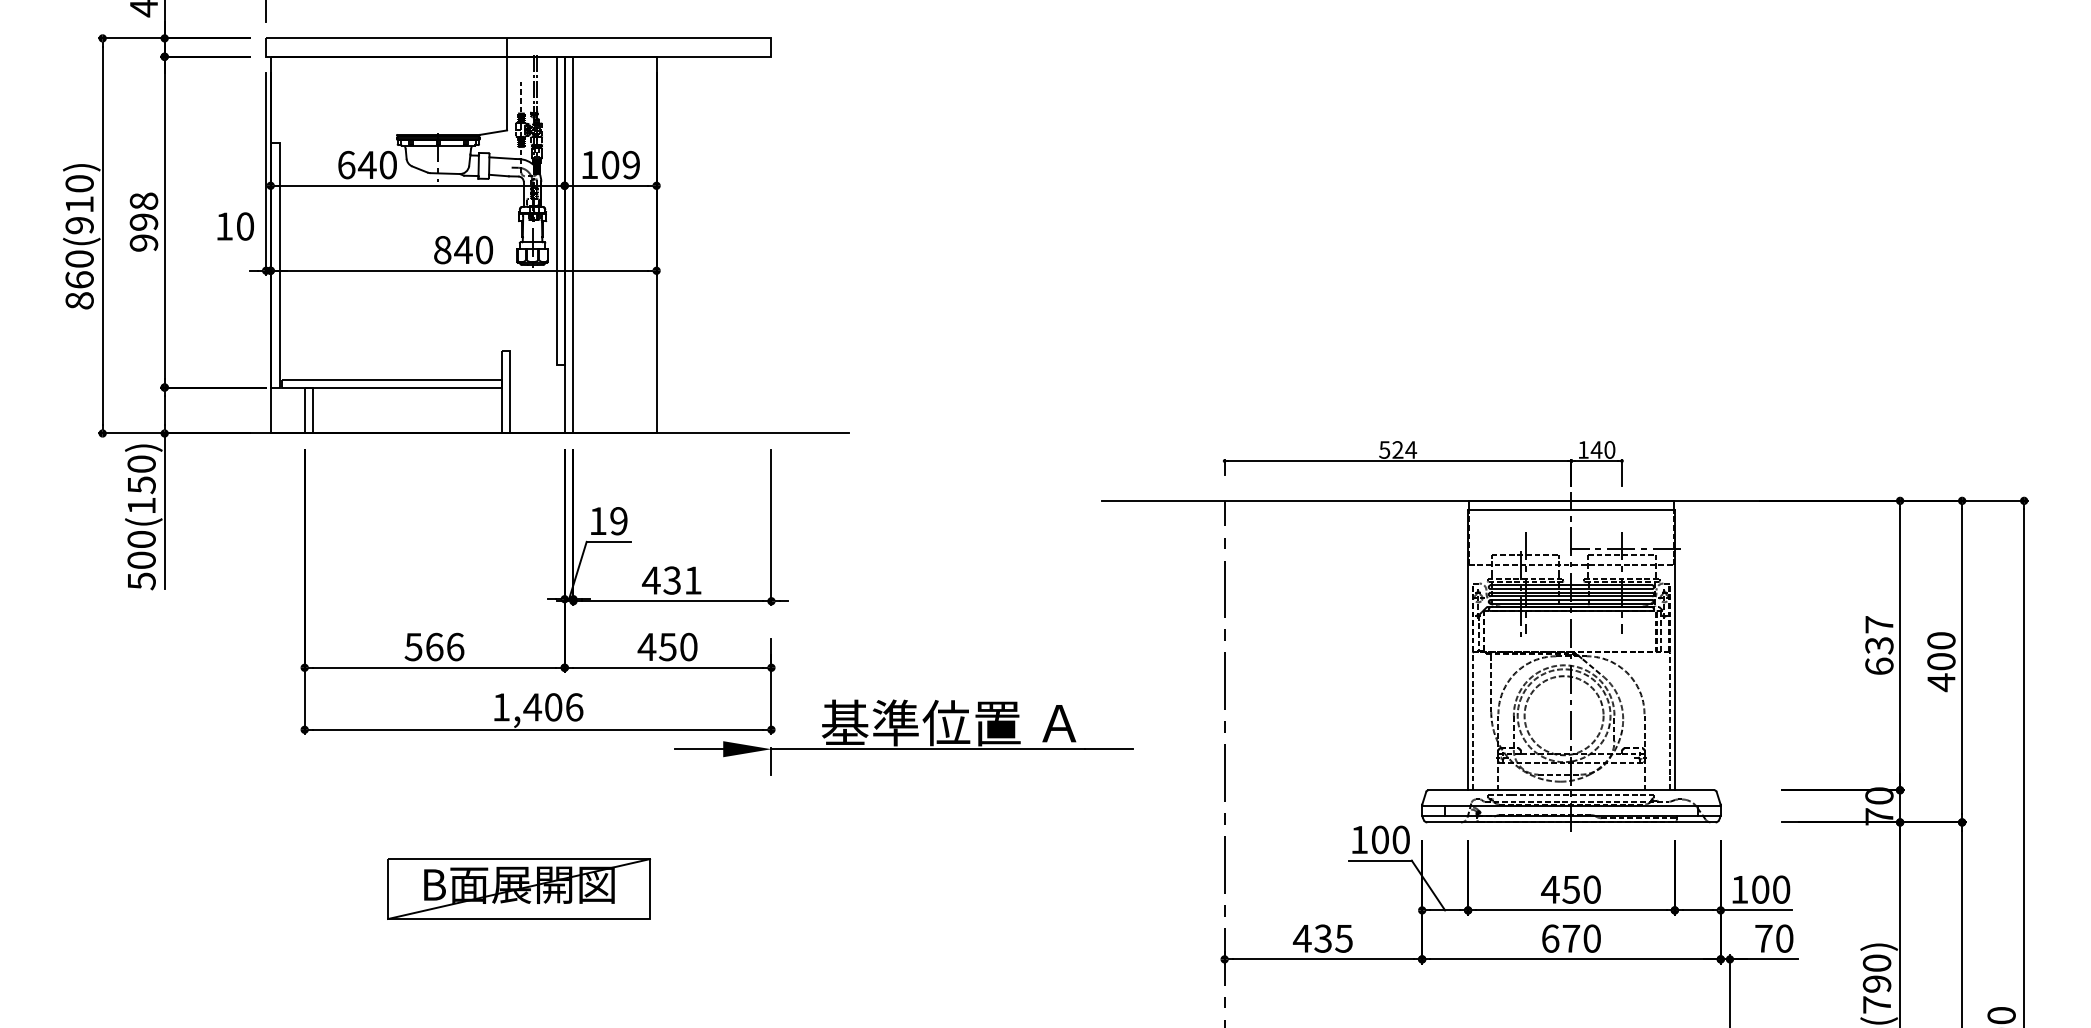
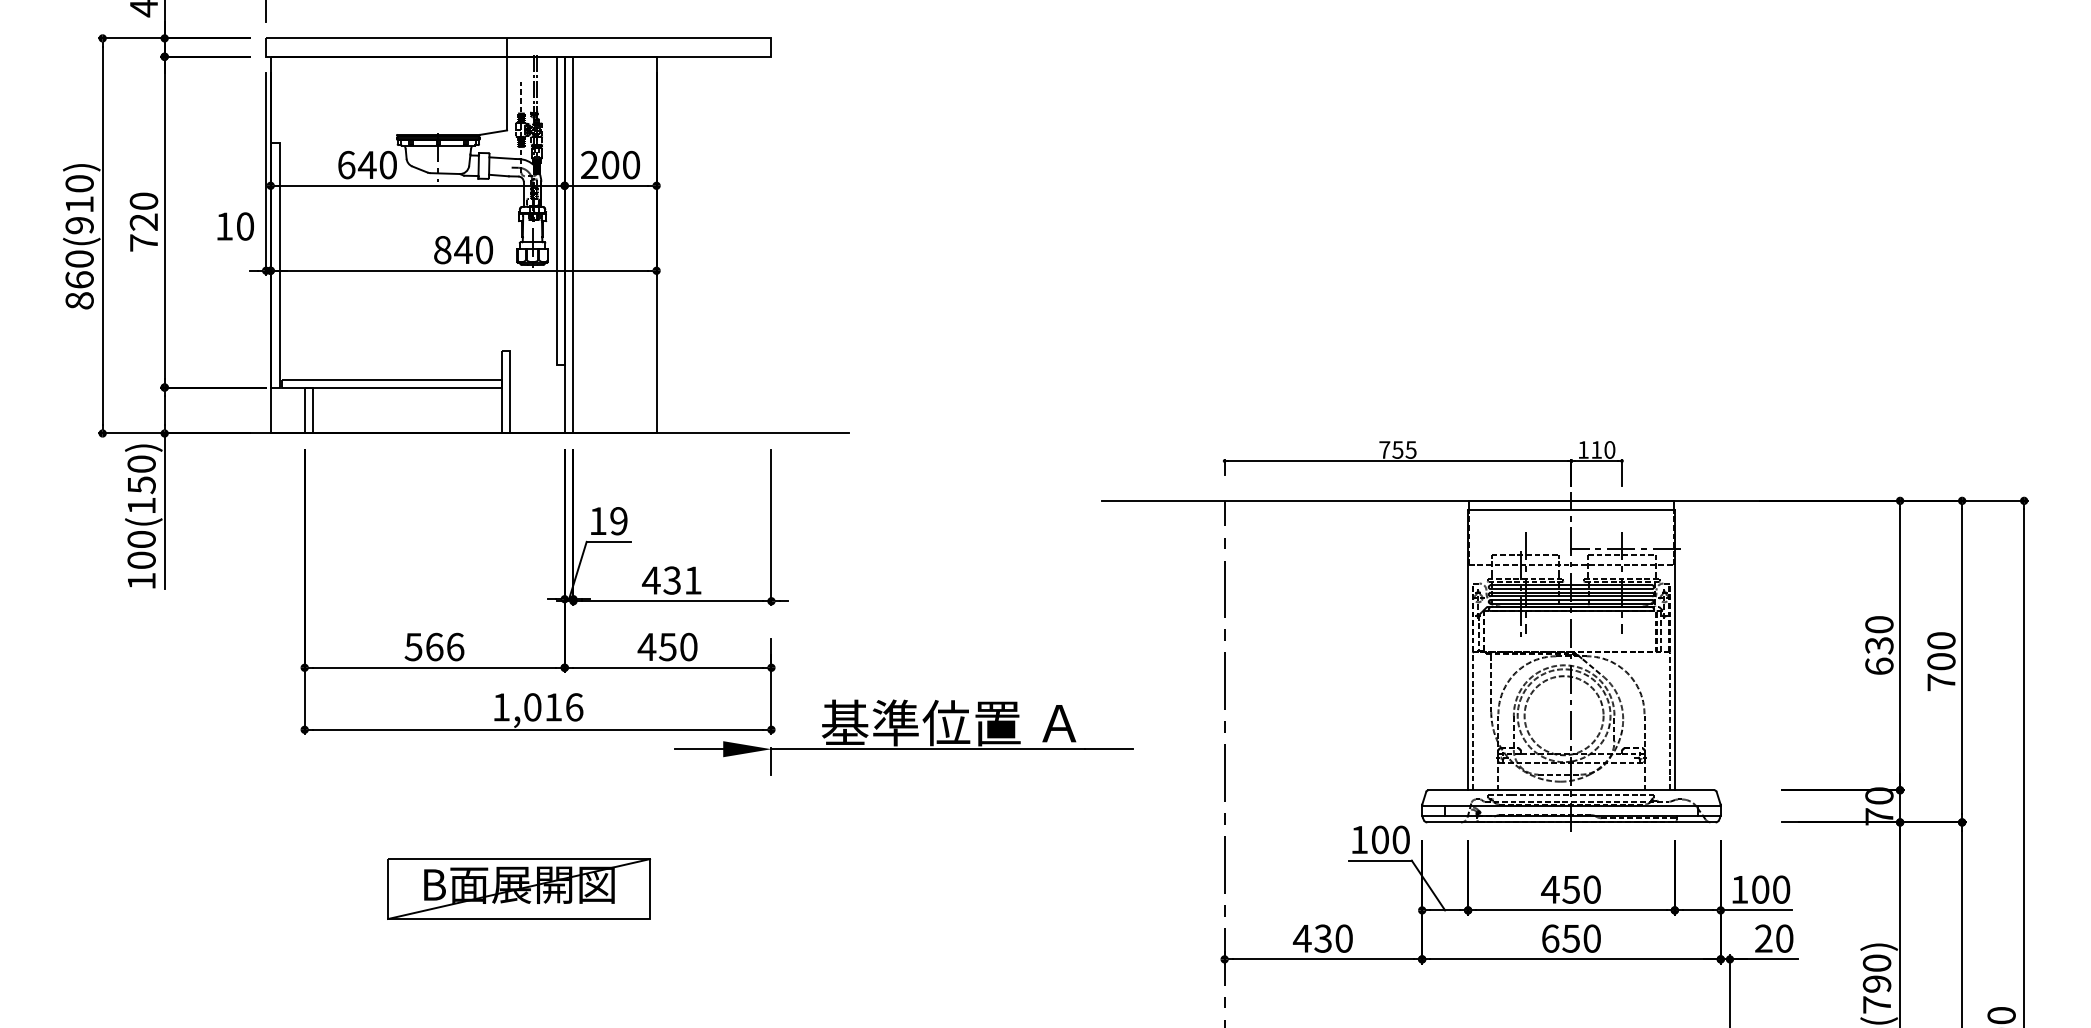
text at (610, 164): 109 -> 200
text at (143, 221): 998 -> 720
text at (1398, 449): 524 -> 755
text at (1596, 449): 140 -> 110
text at (141, 581): 500(150) -> 100(150)
text at (1879, 624): 637 -> 630
text at (1941, 682): 400 -> 700
text at (542, 707): 1,406 -> 1,016
text at (1343, 938): 435 -> 430
text at (1571, 938): 670 -> 650
text at (1763, 938): 70 -> 20
